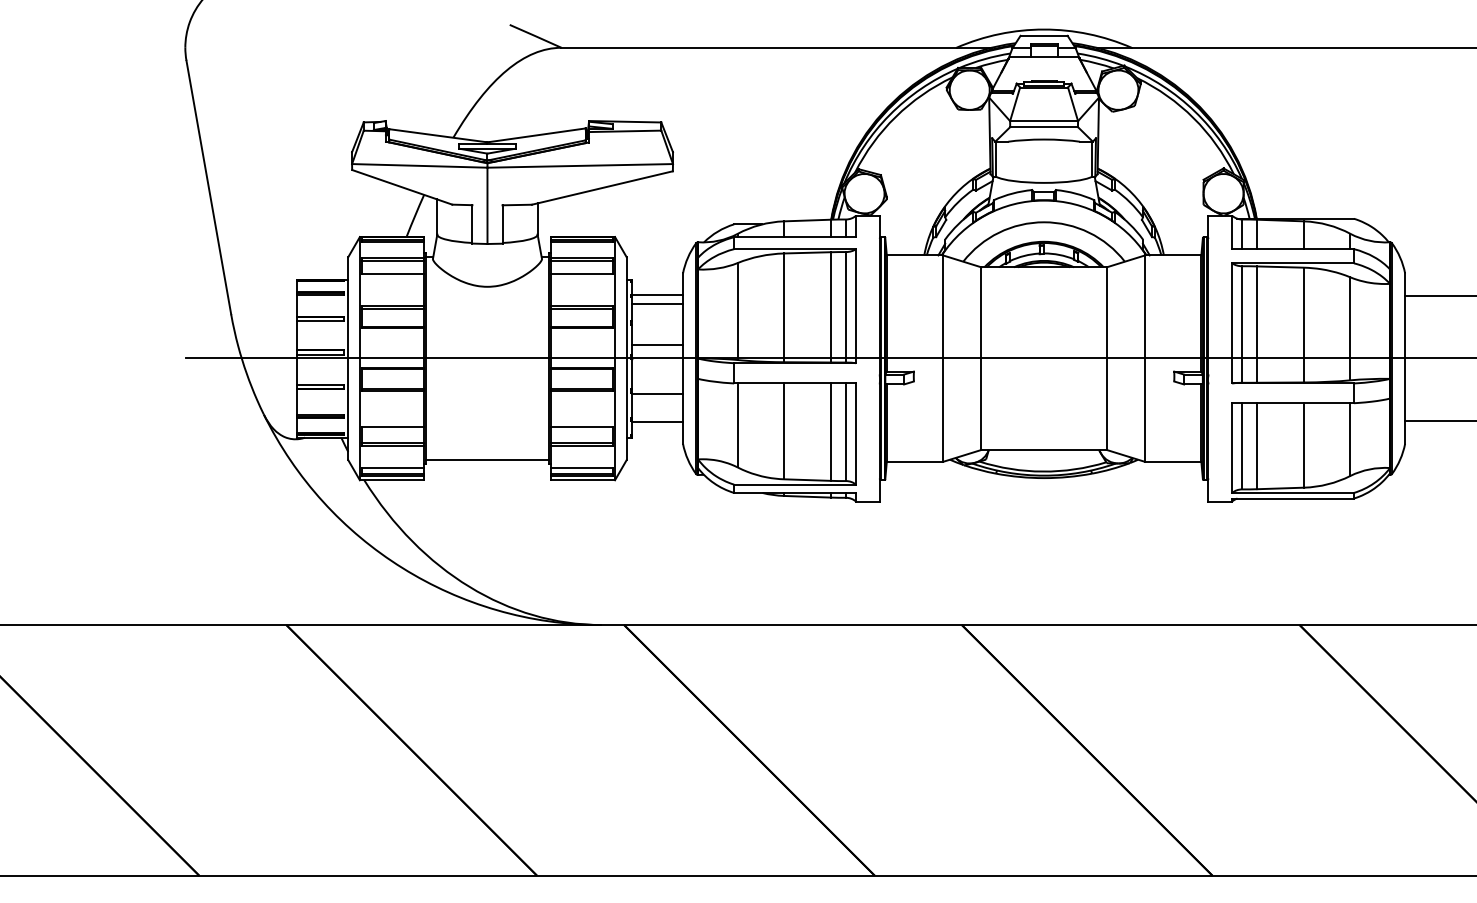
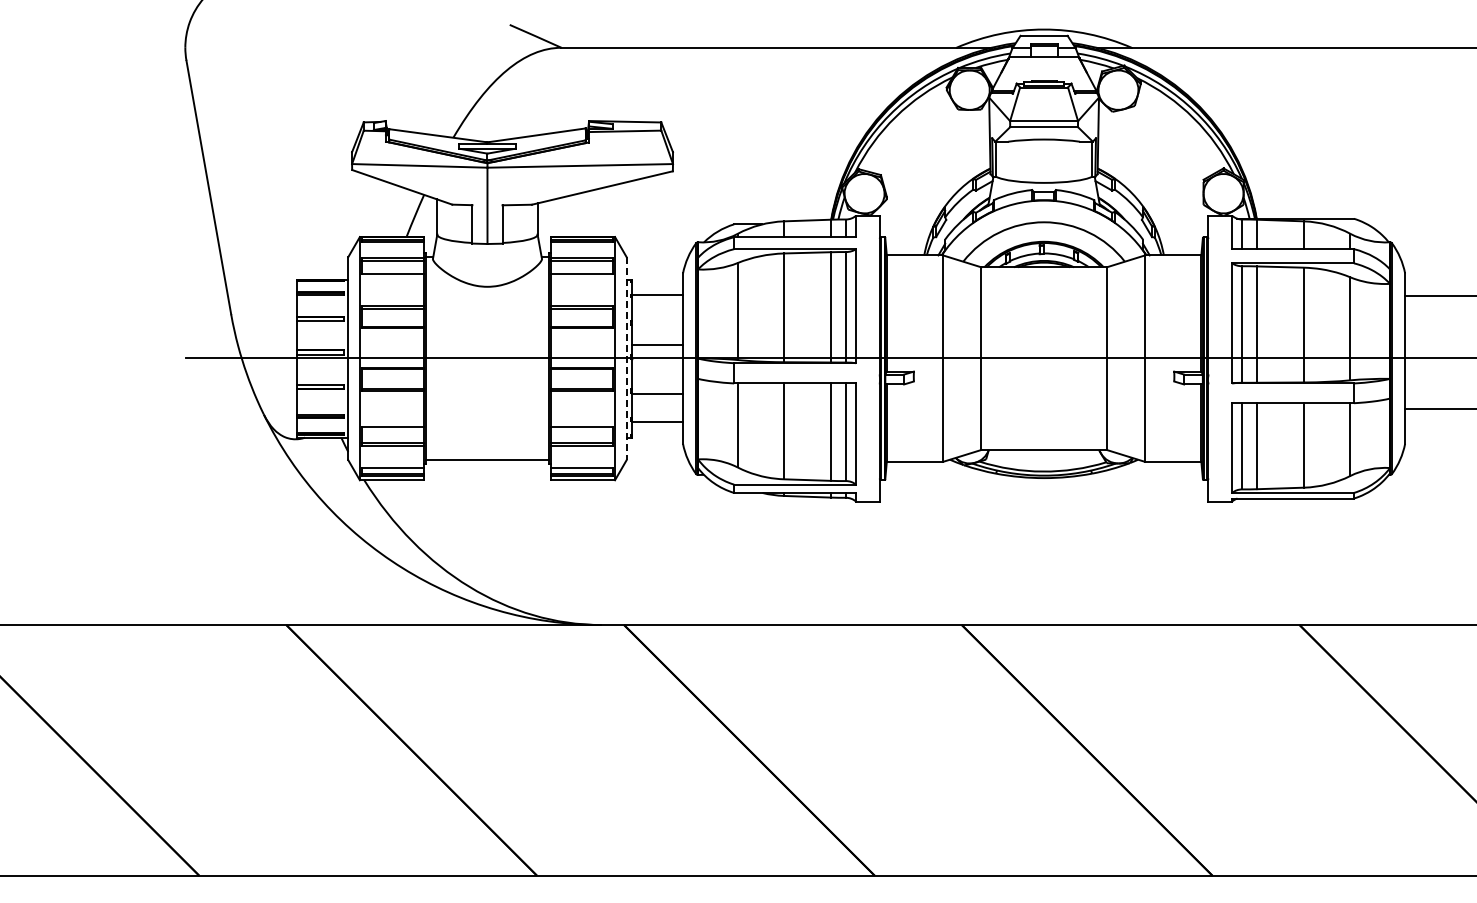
line at (657, 303): present -> none
line at (626, 358): solid -> dashed
line at (1439, 421) position: (1439, 421) -> (1439, 409)
